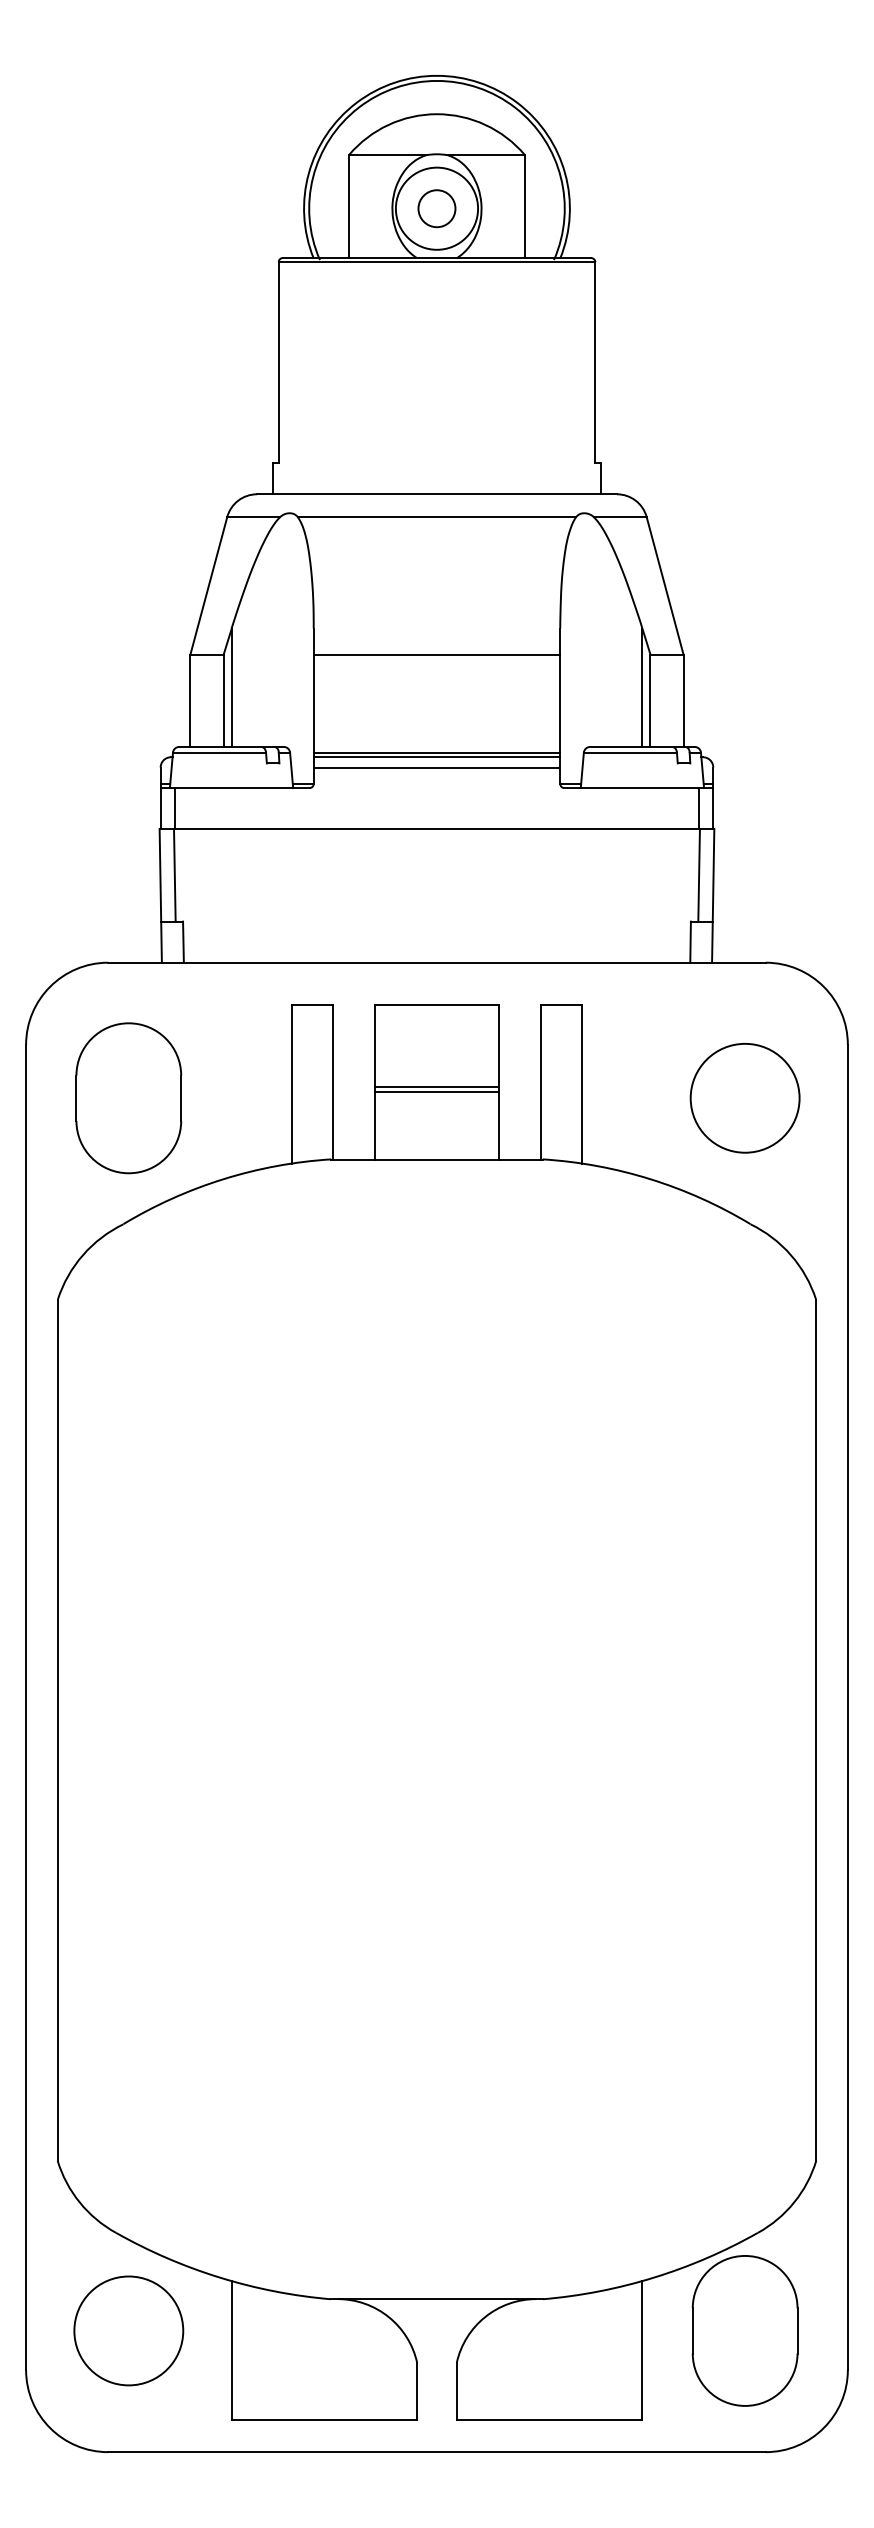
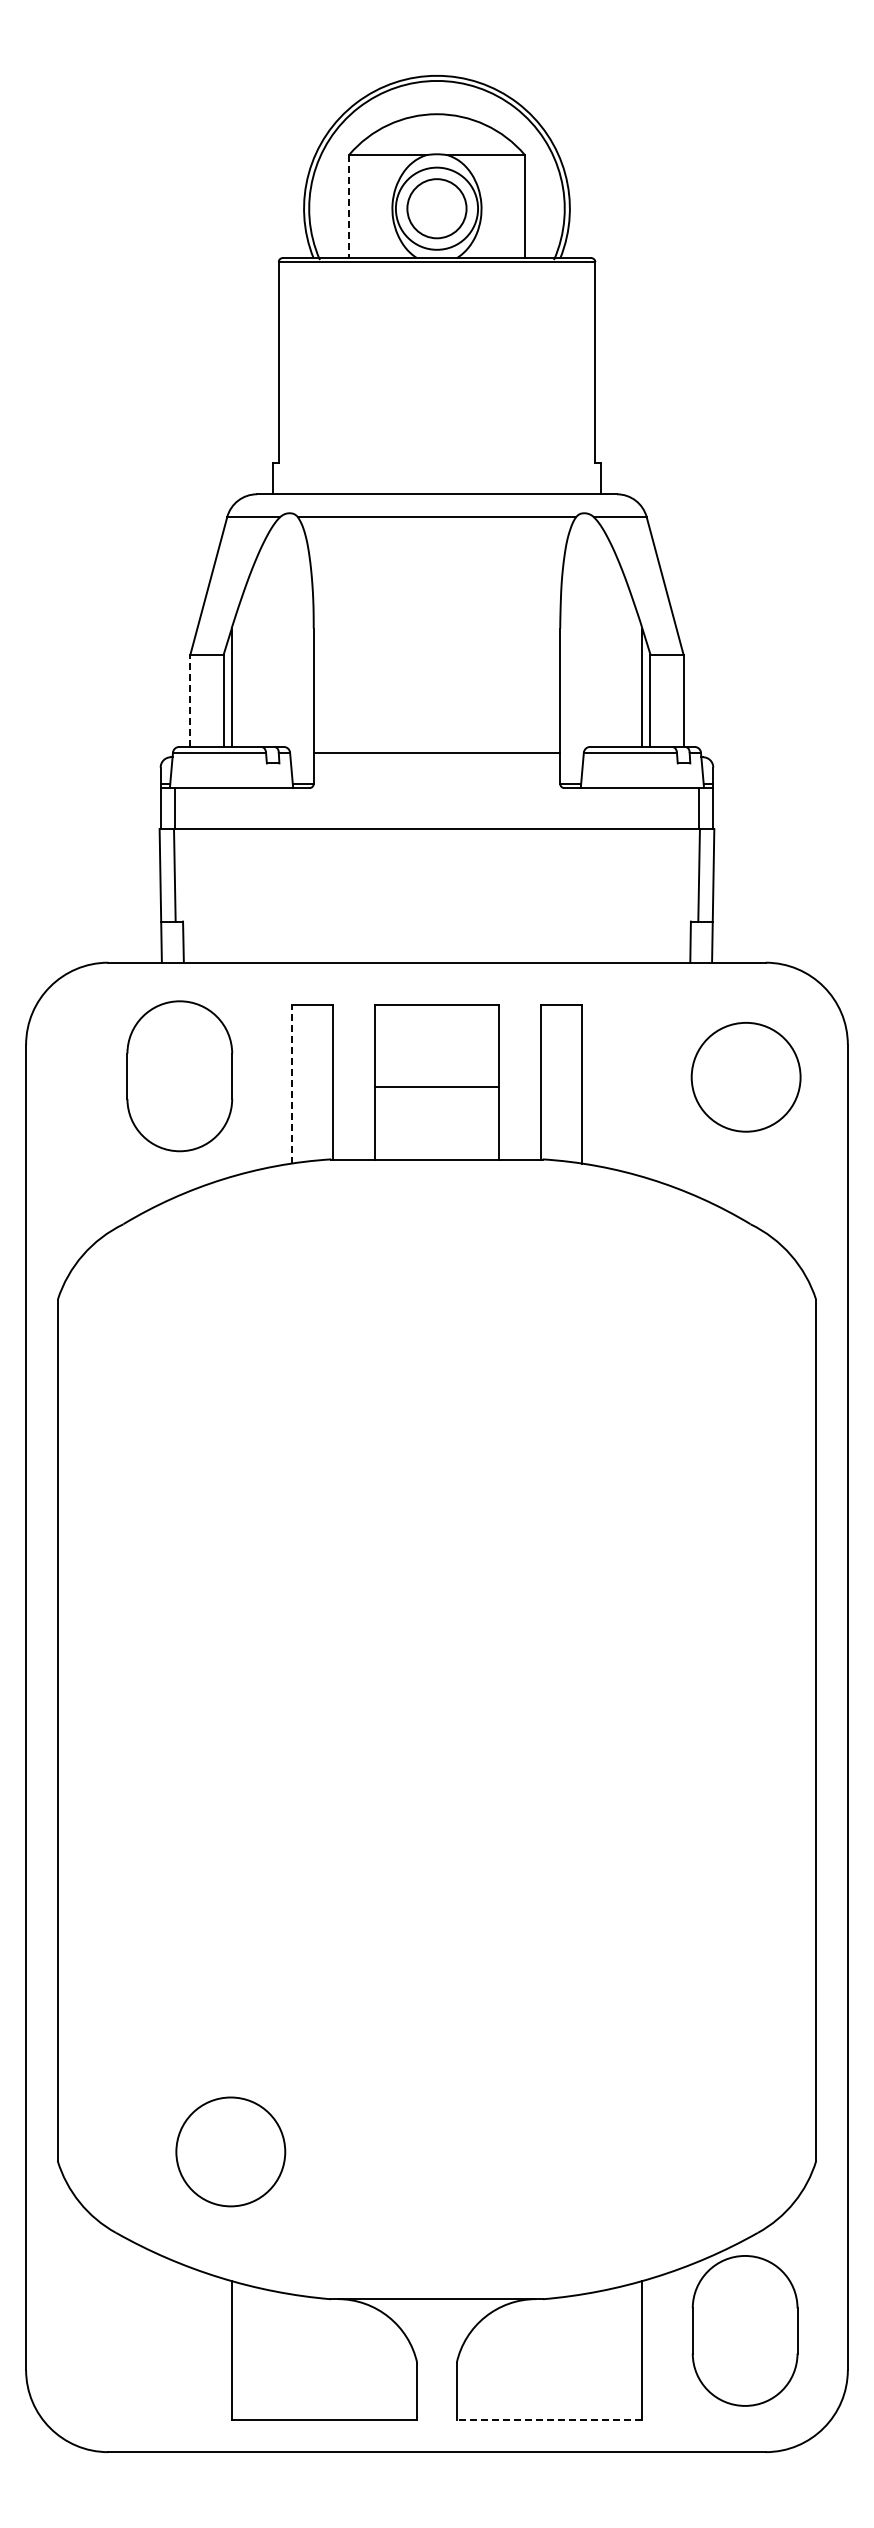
line at (349, 207): solid -> dashed
circle at (436, 208) diameter: 37 px -> 59 px
line at (436, 654): present -> none
line at (190, 700): solid -> dashed
line at (436, 757): present -> none
line at (436, 767): present -> none
line at (291, 1084): solid -> dashed
line at (436, 1091): present -> none
part at (128, 1098) position: (128, 1098) -> (179, 1076)
circle at (744, 1098) position: (744, 1098) -> (745, 1077)
circle at (128, 2330) position: (128, 2330) -> (230, 2151)
line at (548, 2420): solid -> dashed
